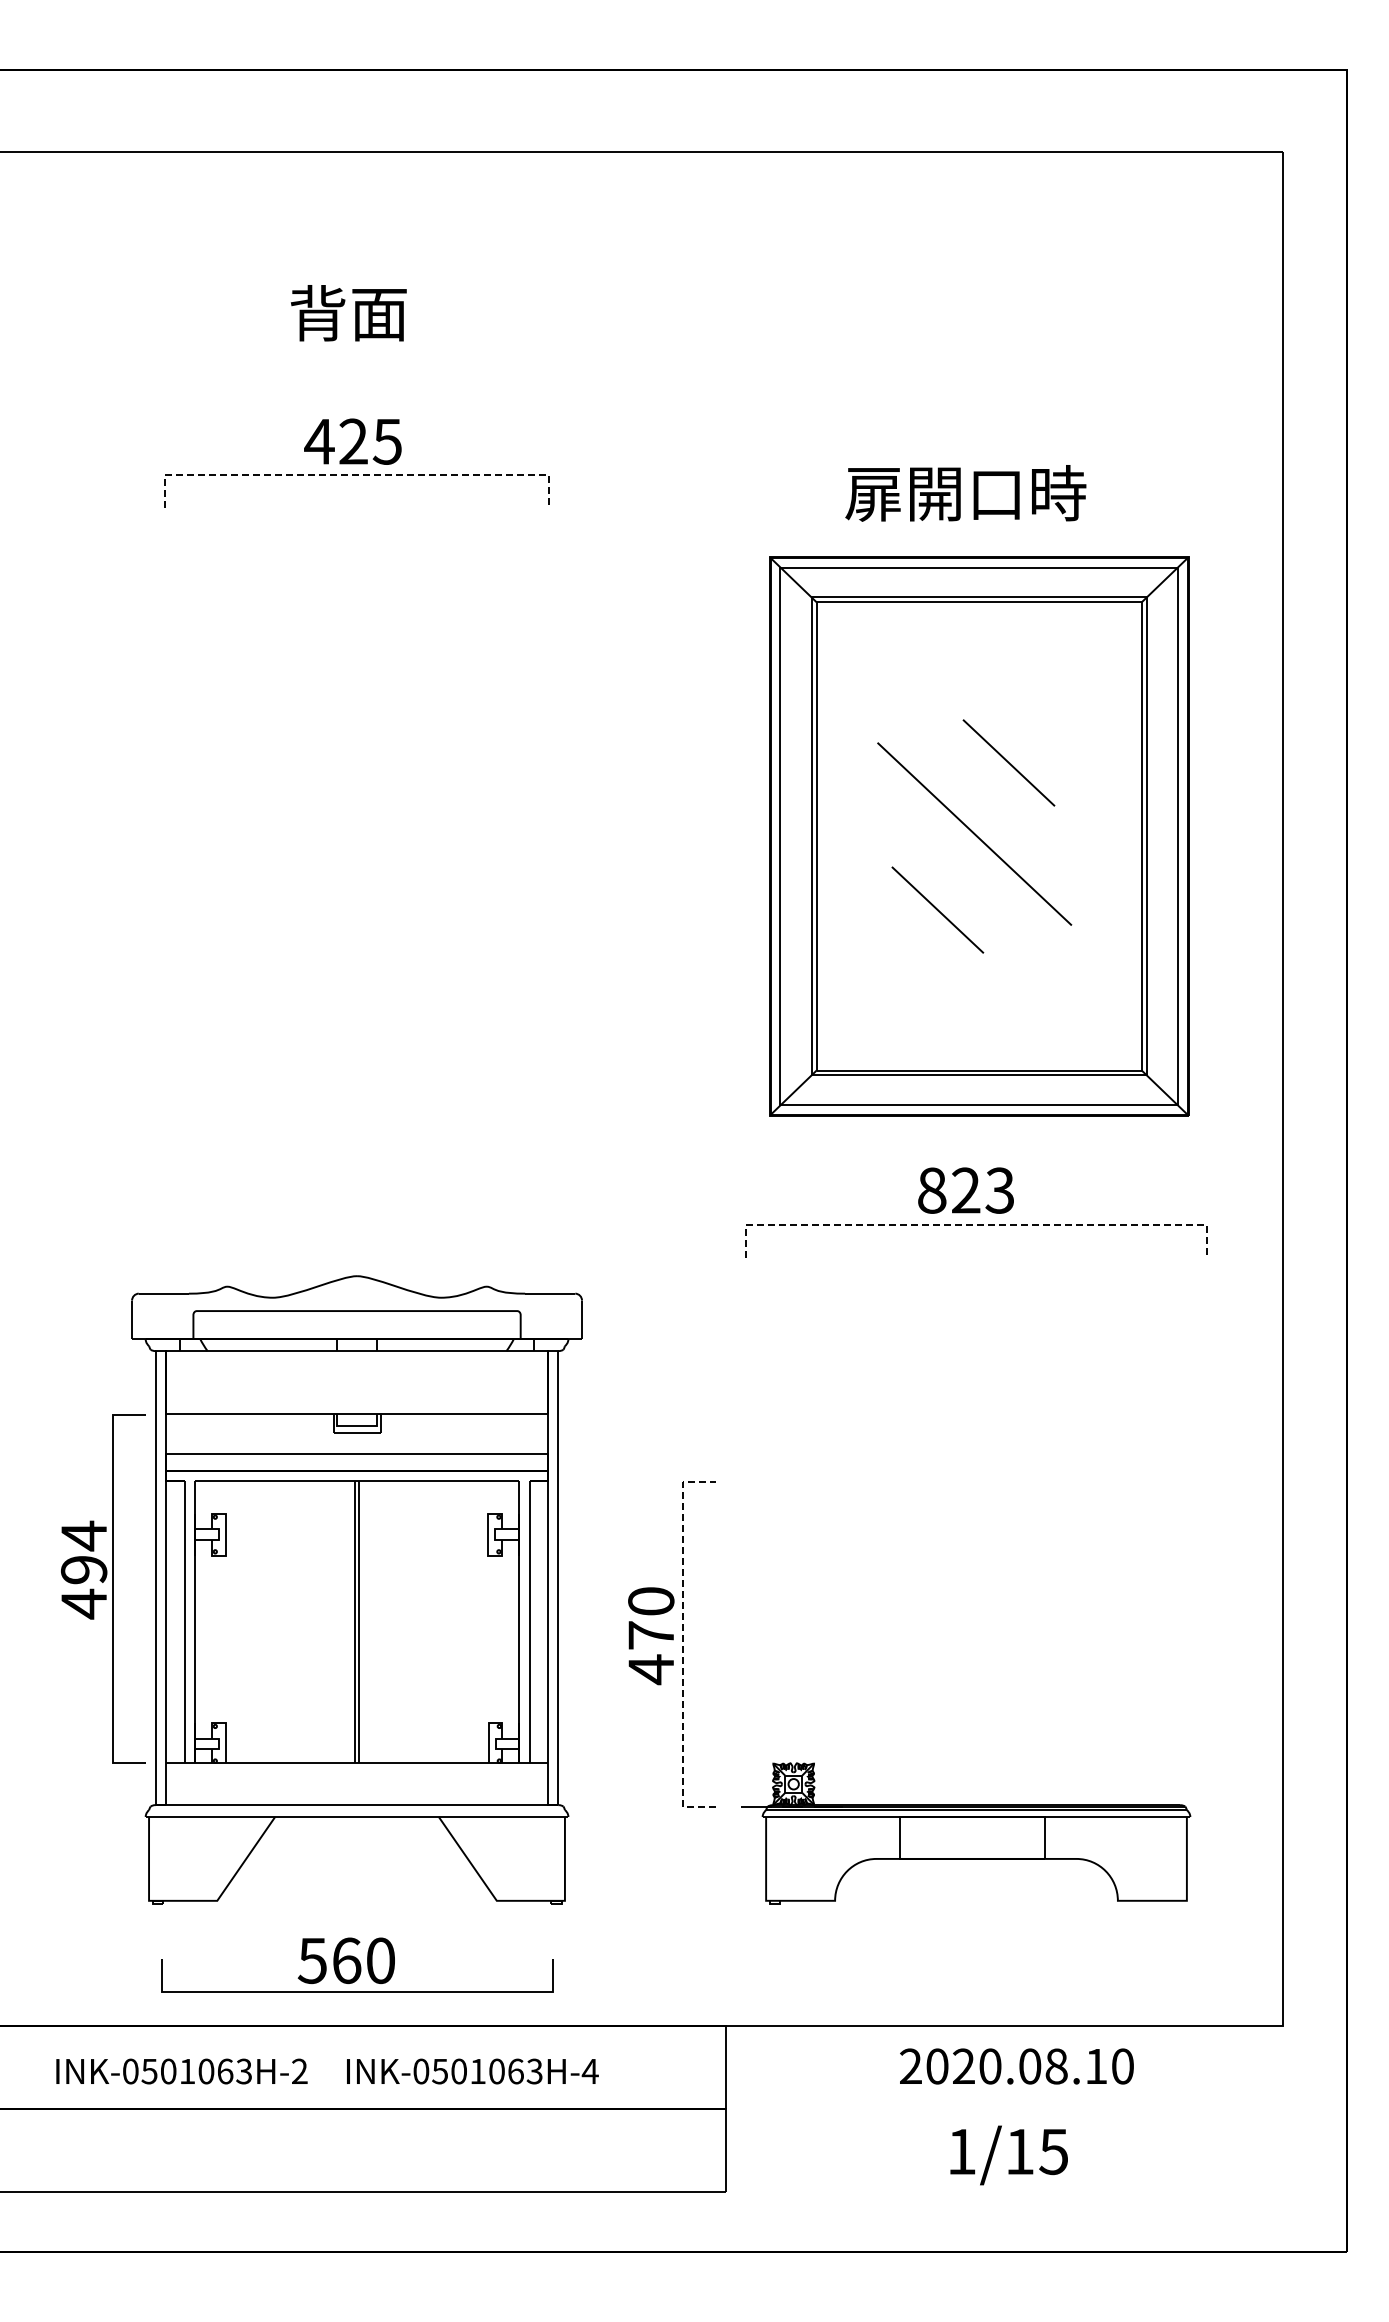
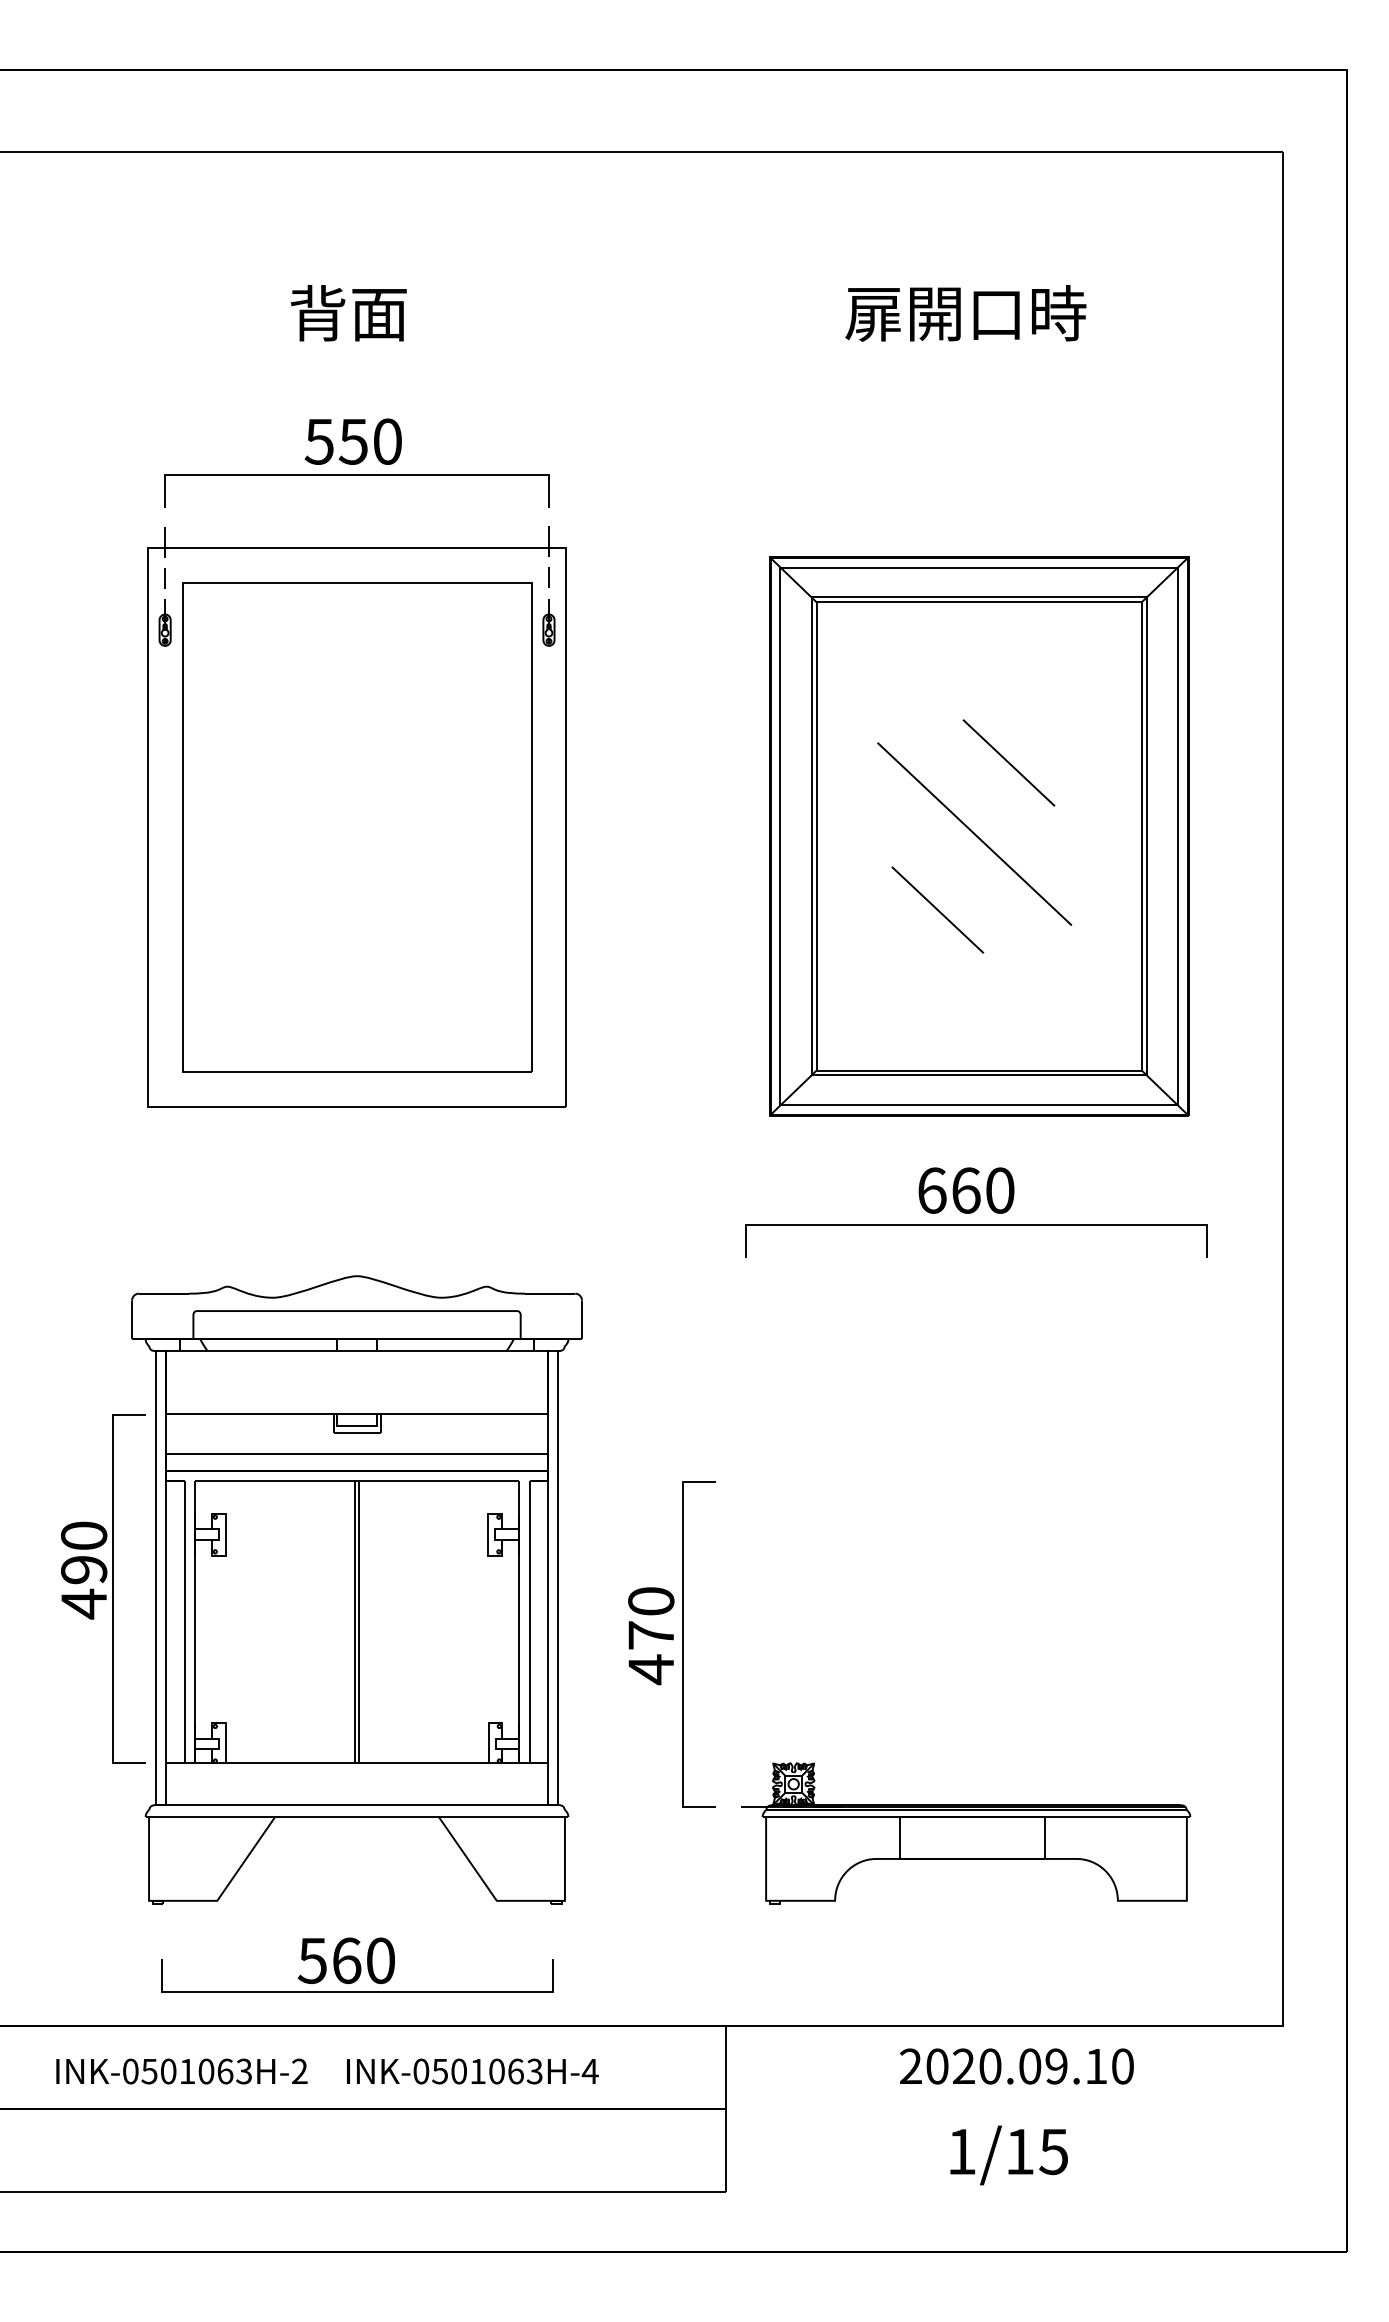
text at (352, 441): 425 -> 550
line at (357, 474): dashed -> solid
text at (965, 493) position: (965, 493) -> (965, 313)
part at (356, 816): none -> present
text at (966, 1190): 823 -> 660
line at (977, 1224): dashed -> solid
text at (83, 1535): 494 -> 490
line at (682, 1644): dashed -> solid
text at (1056, 2066): 2020.08.10 -> 2020.09.10
